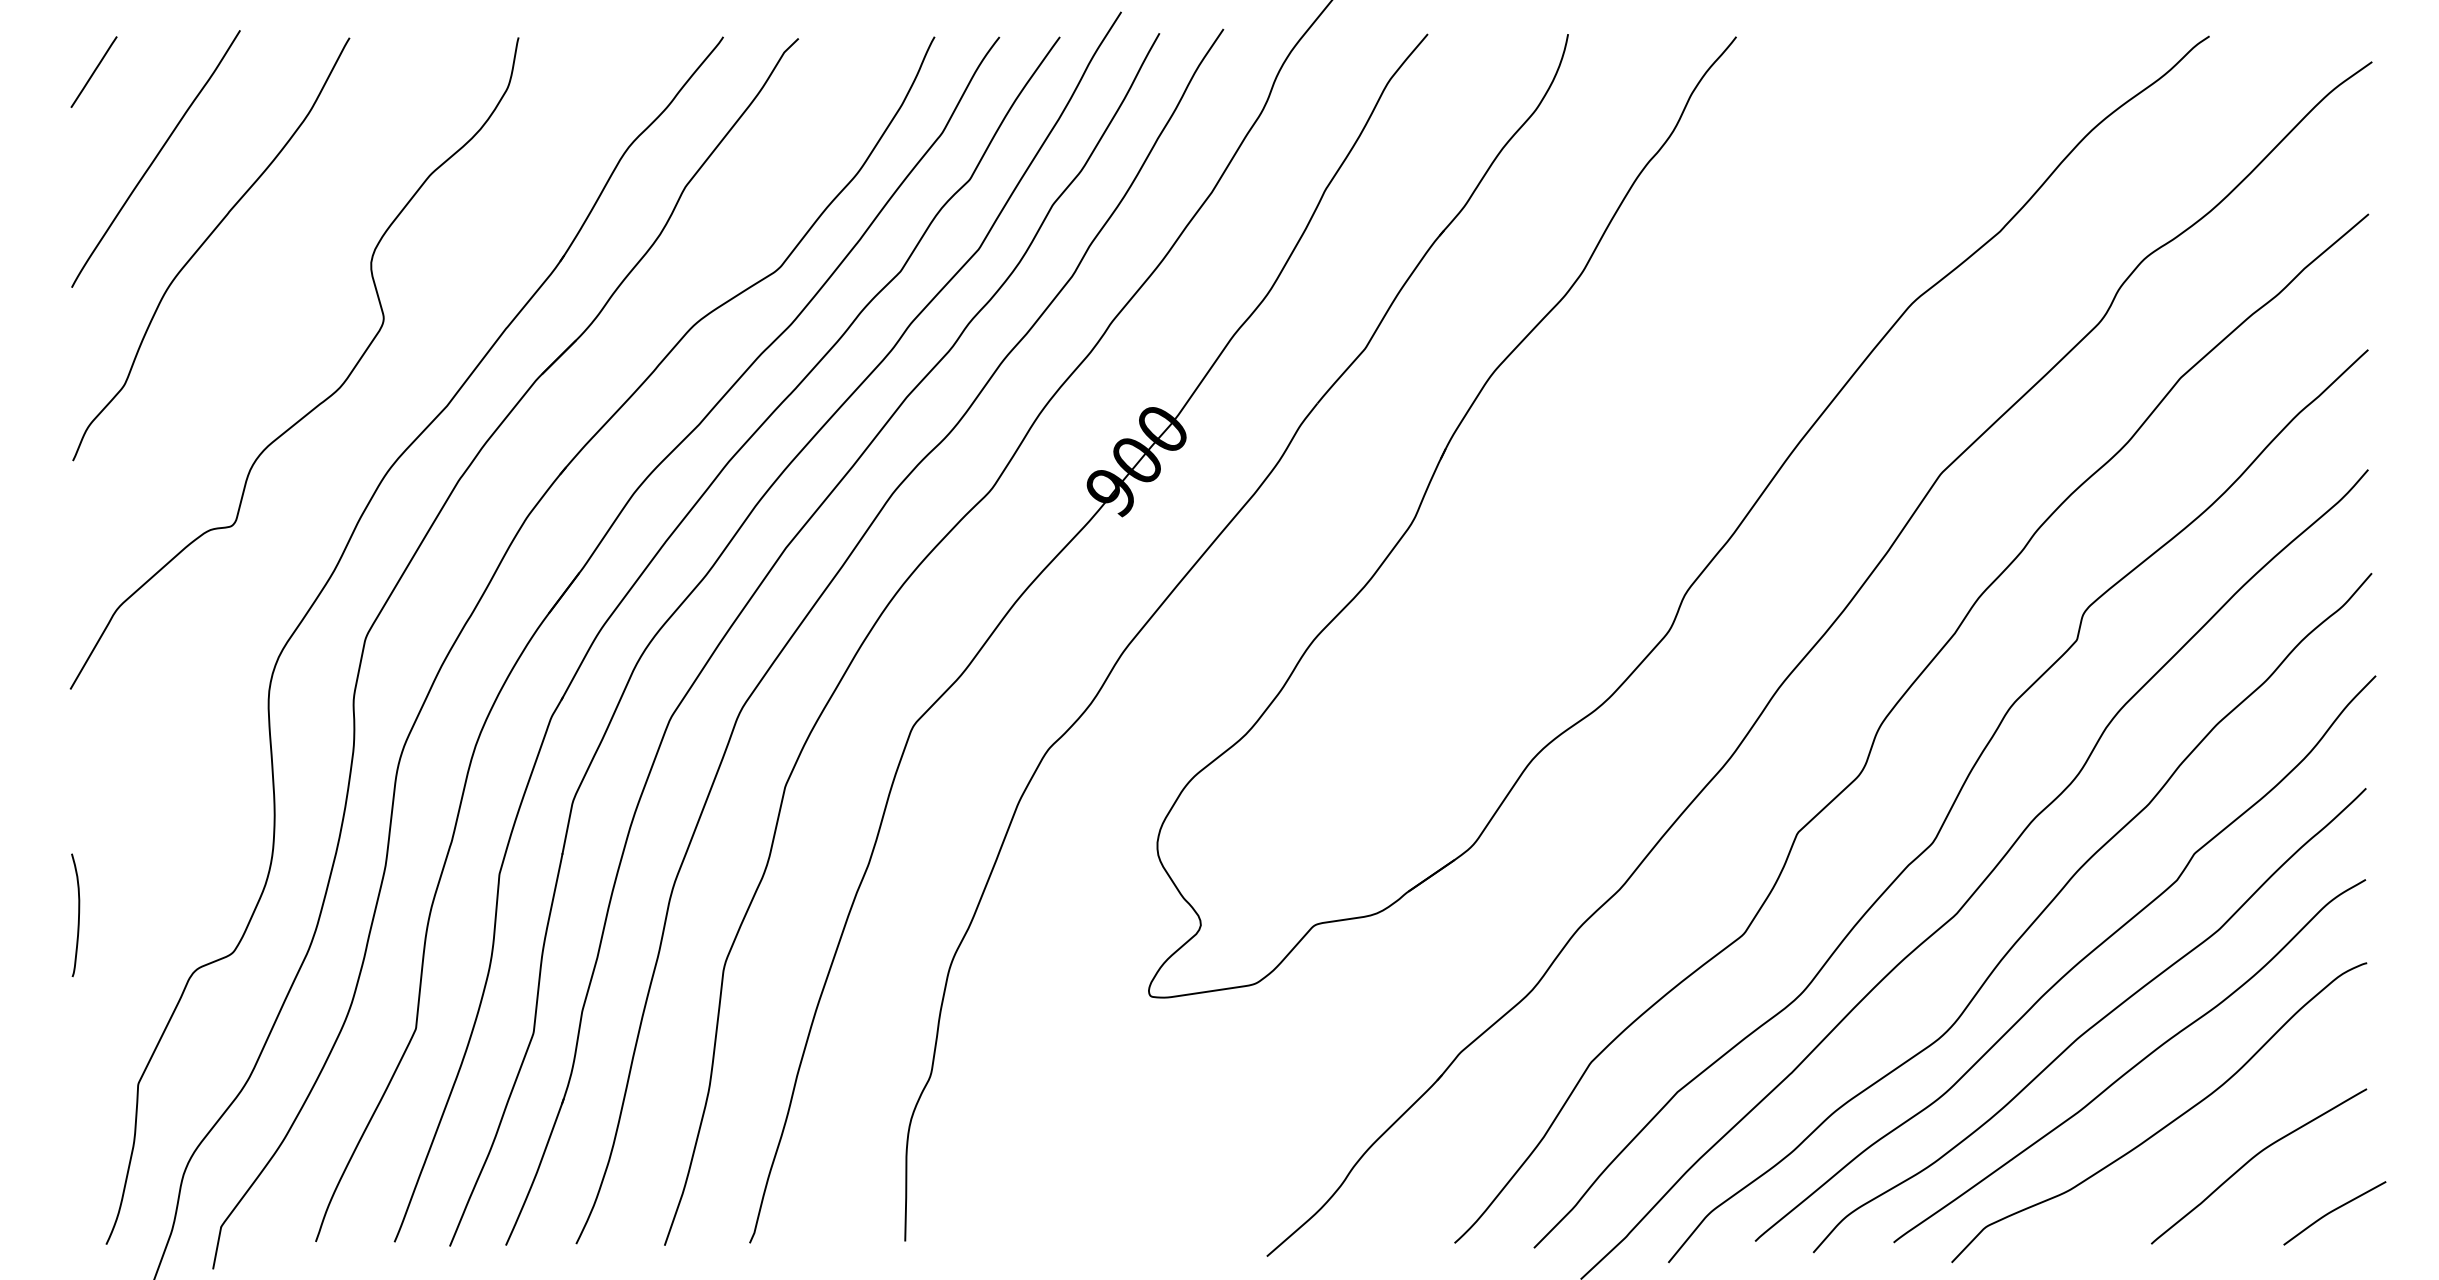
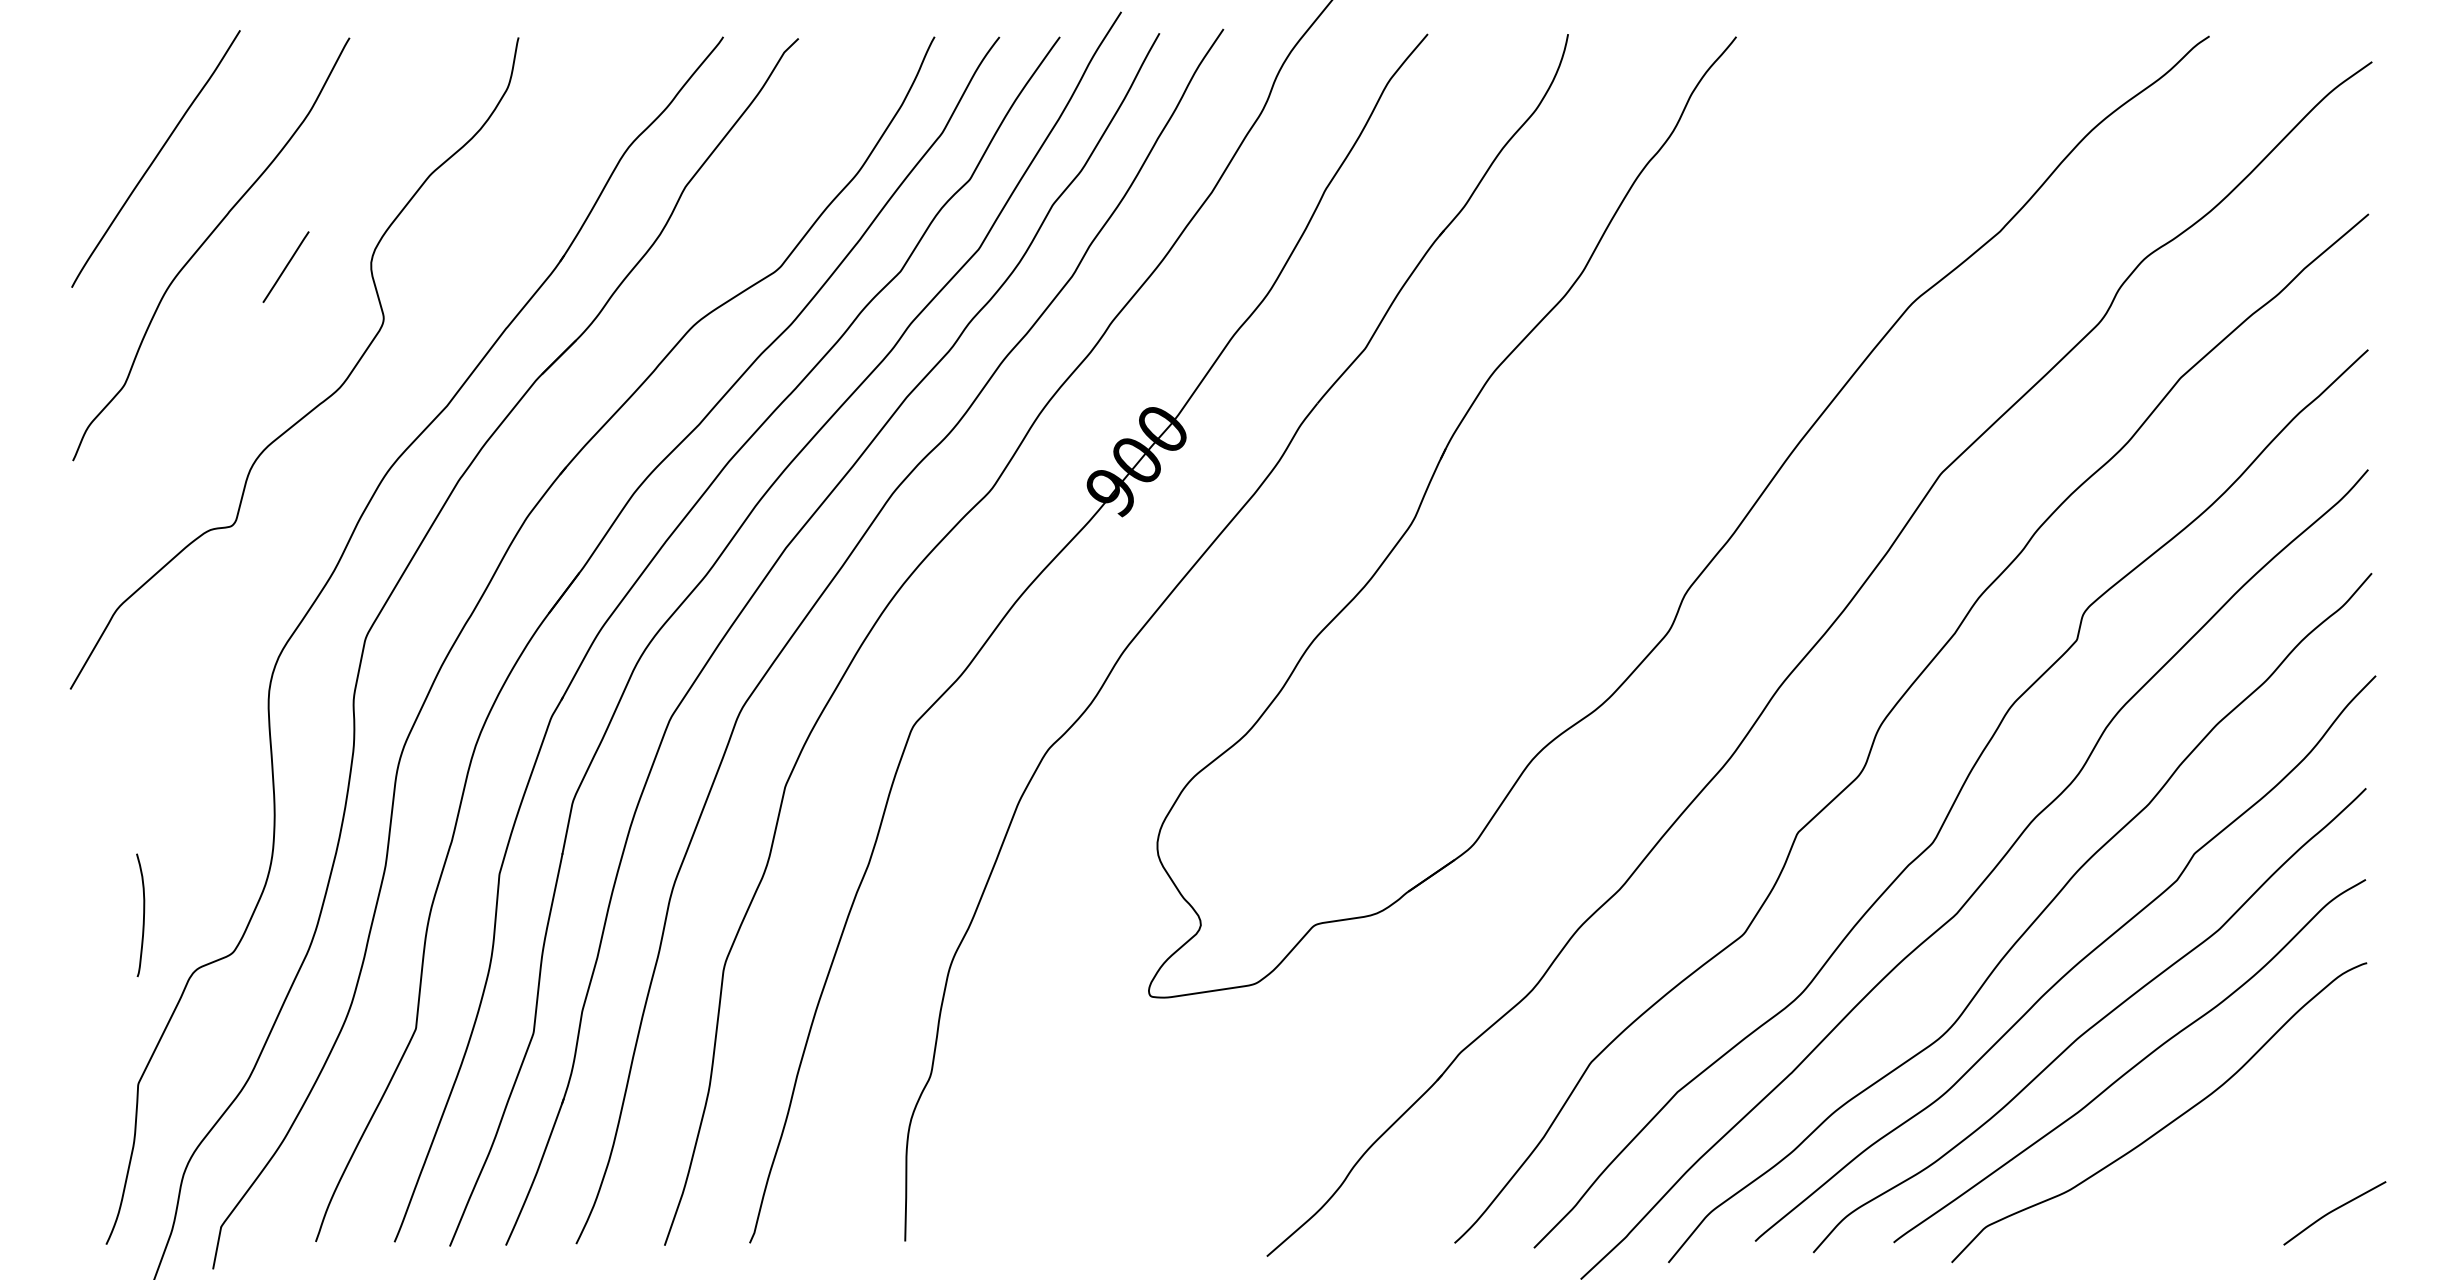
line at (93, 71) position: (93, 71) -> (285, 266)
curve at (78, 915) position: (78, 915) -> (143, 915)
curve at (2255, 1157): present -> none
